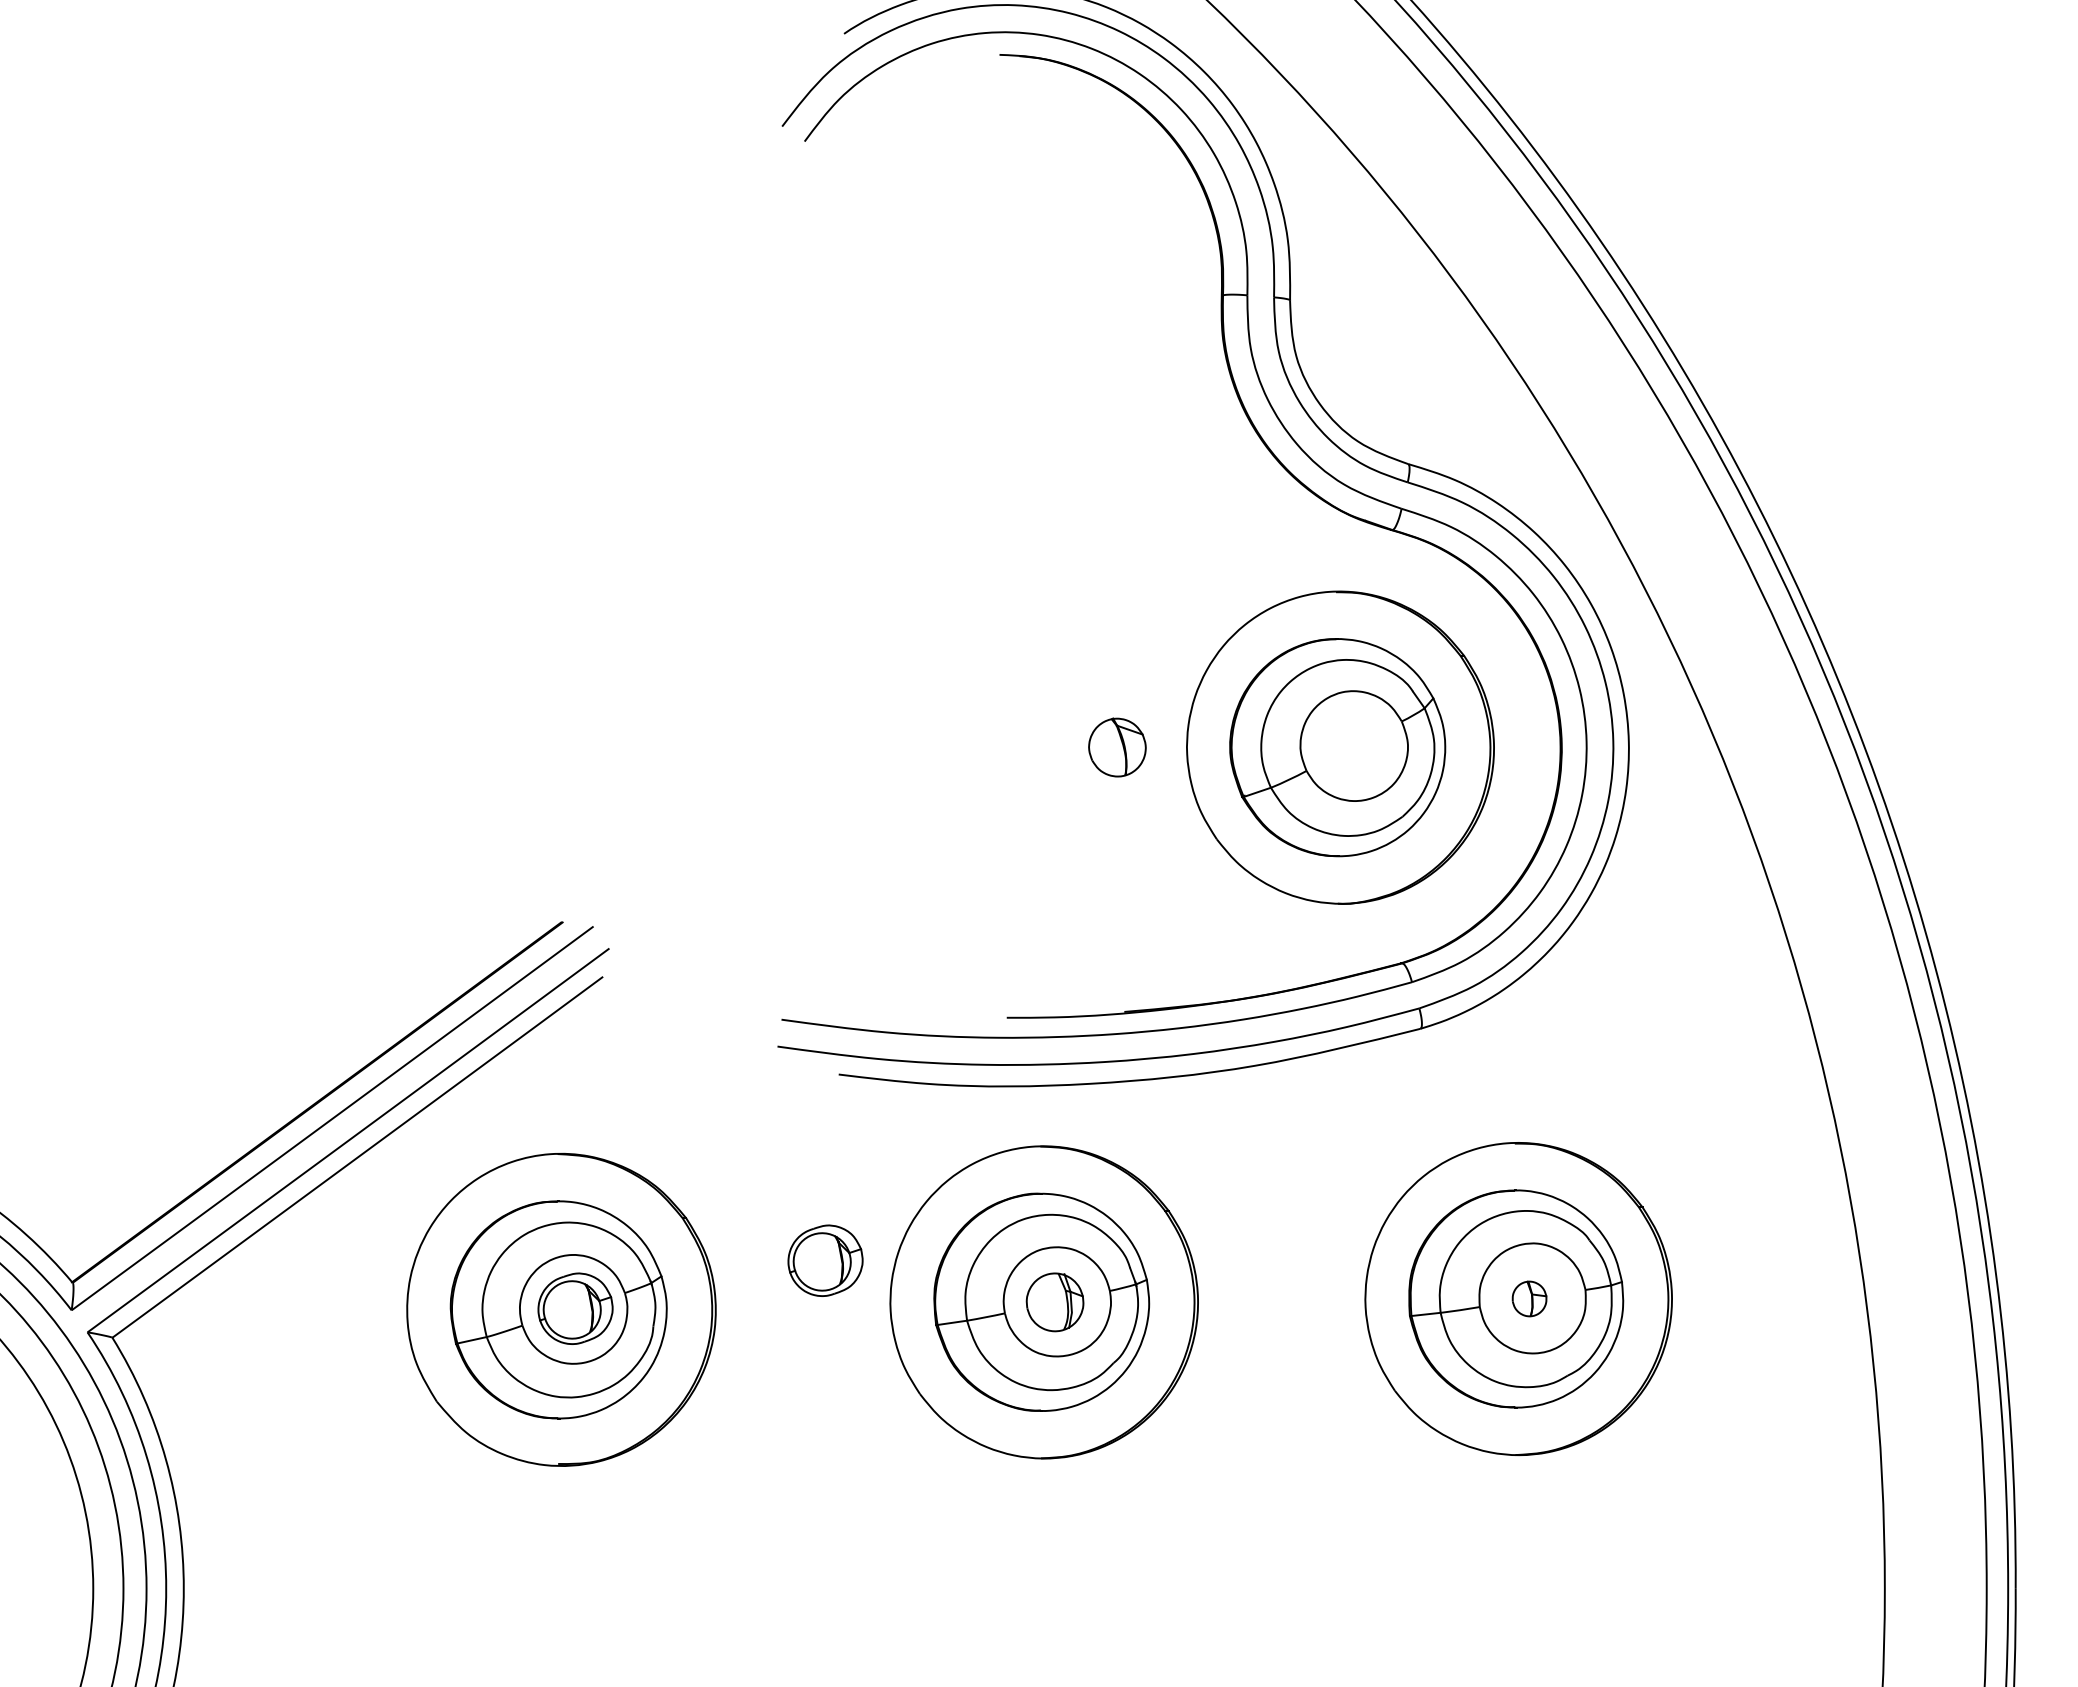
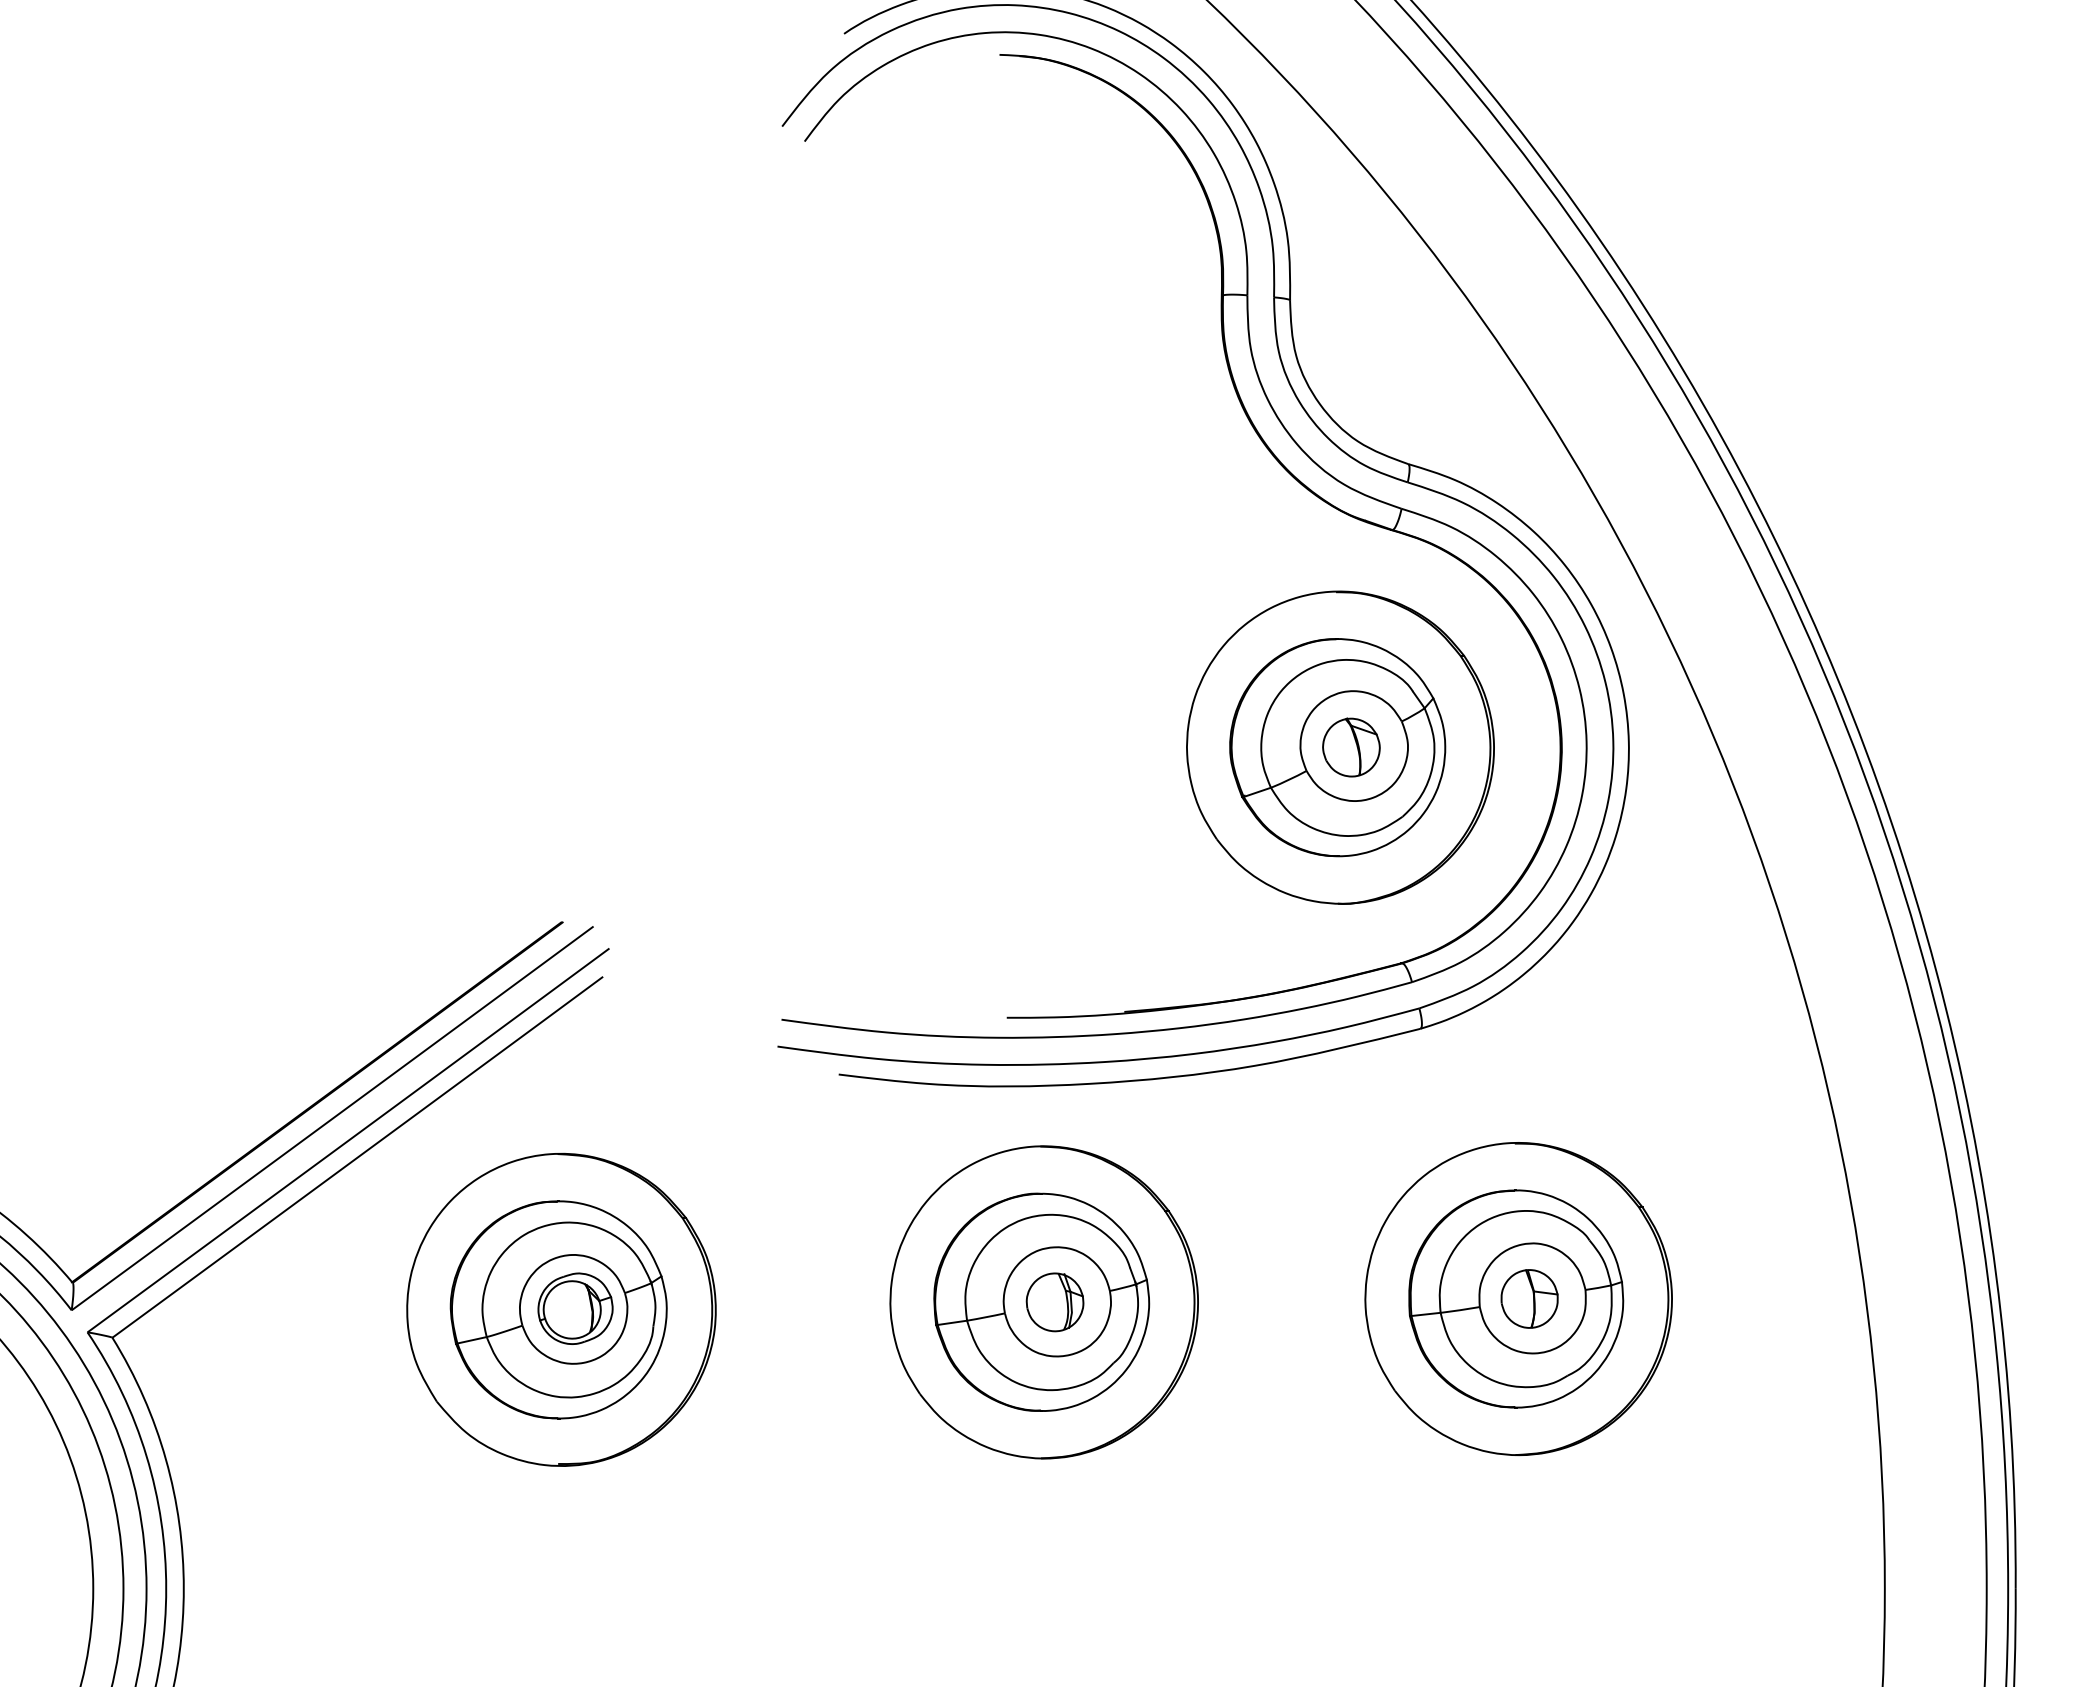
part at (1117, 747) position: (1117, 747) -> (1351, 747)
part at (825, 1260): present -> none
part at (1529, 1298) size: 37x38 px -> 59x60 px
